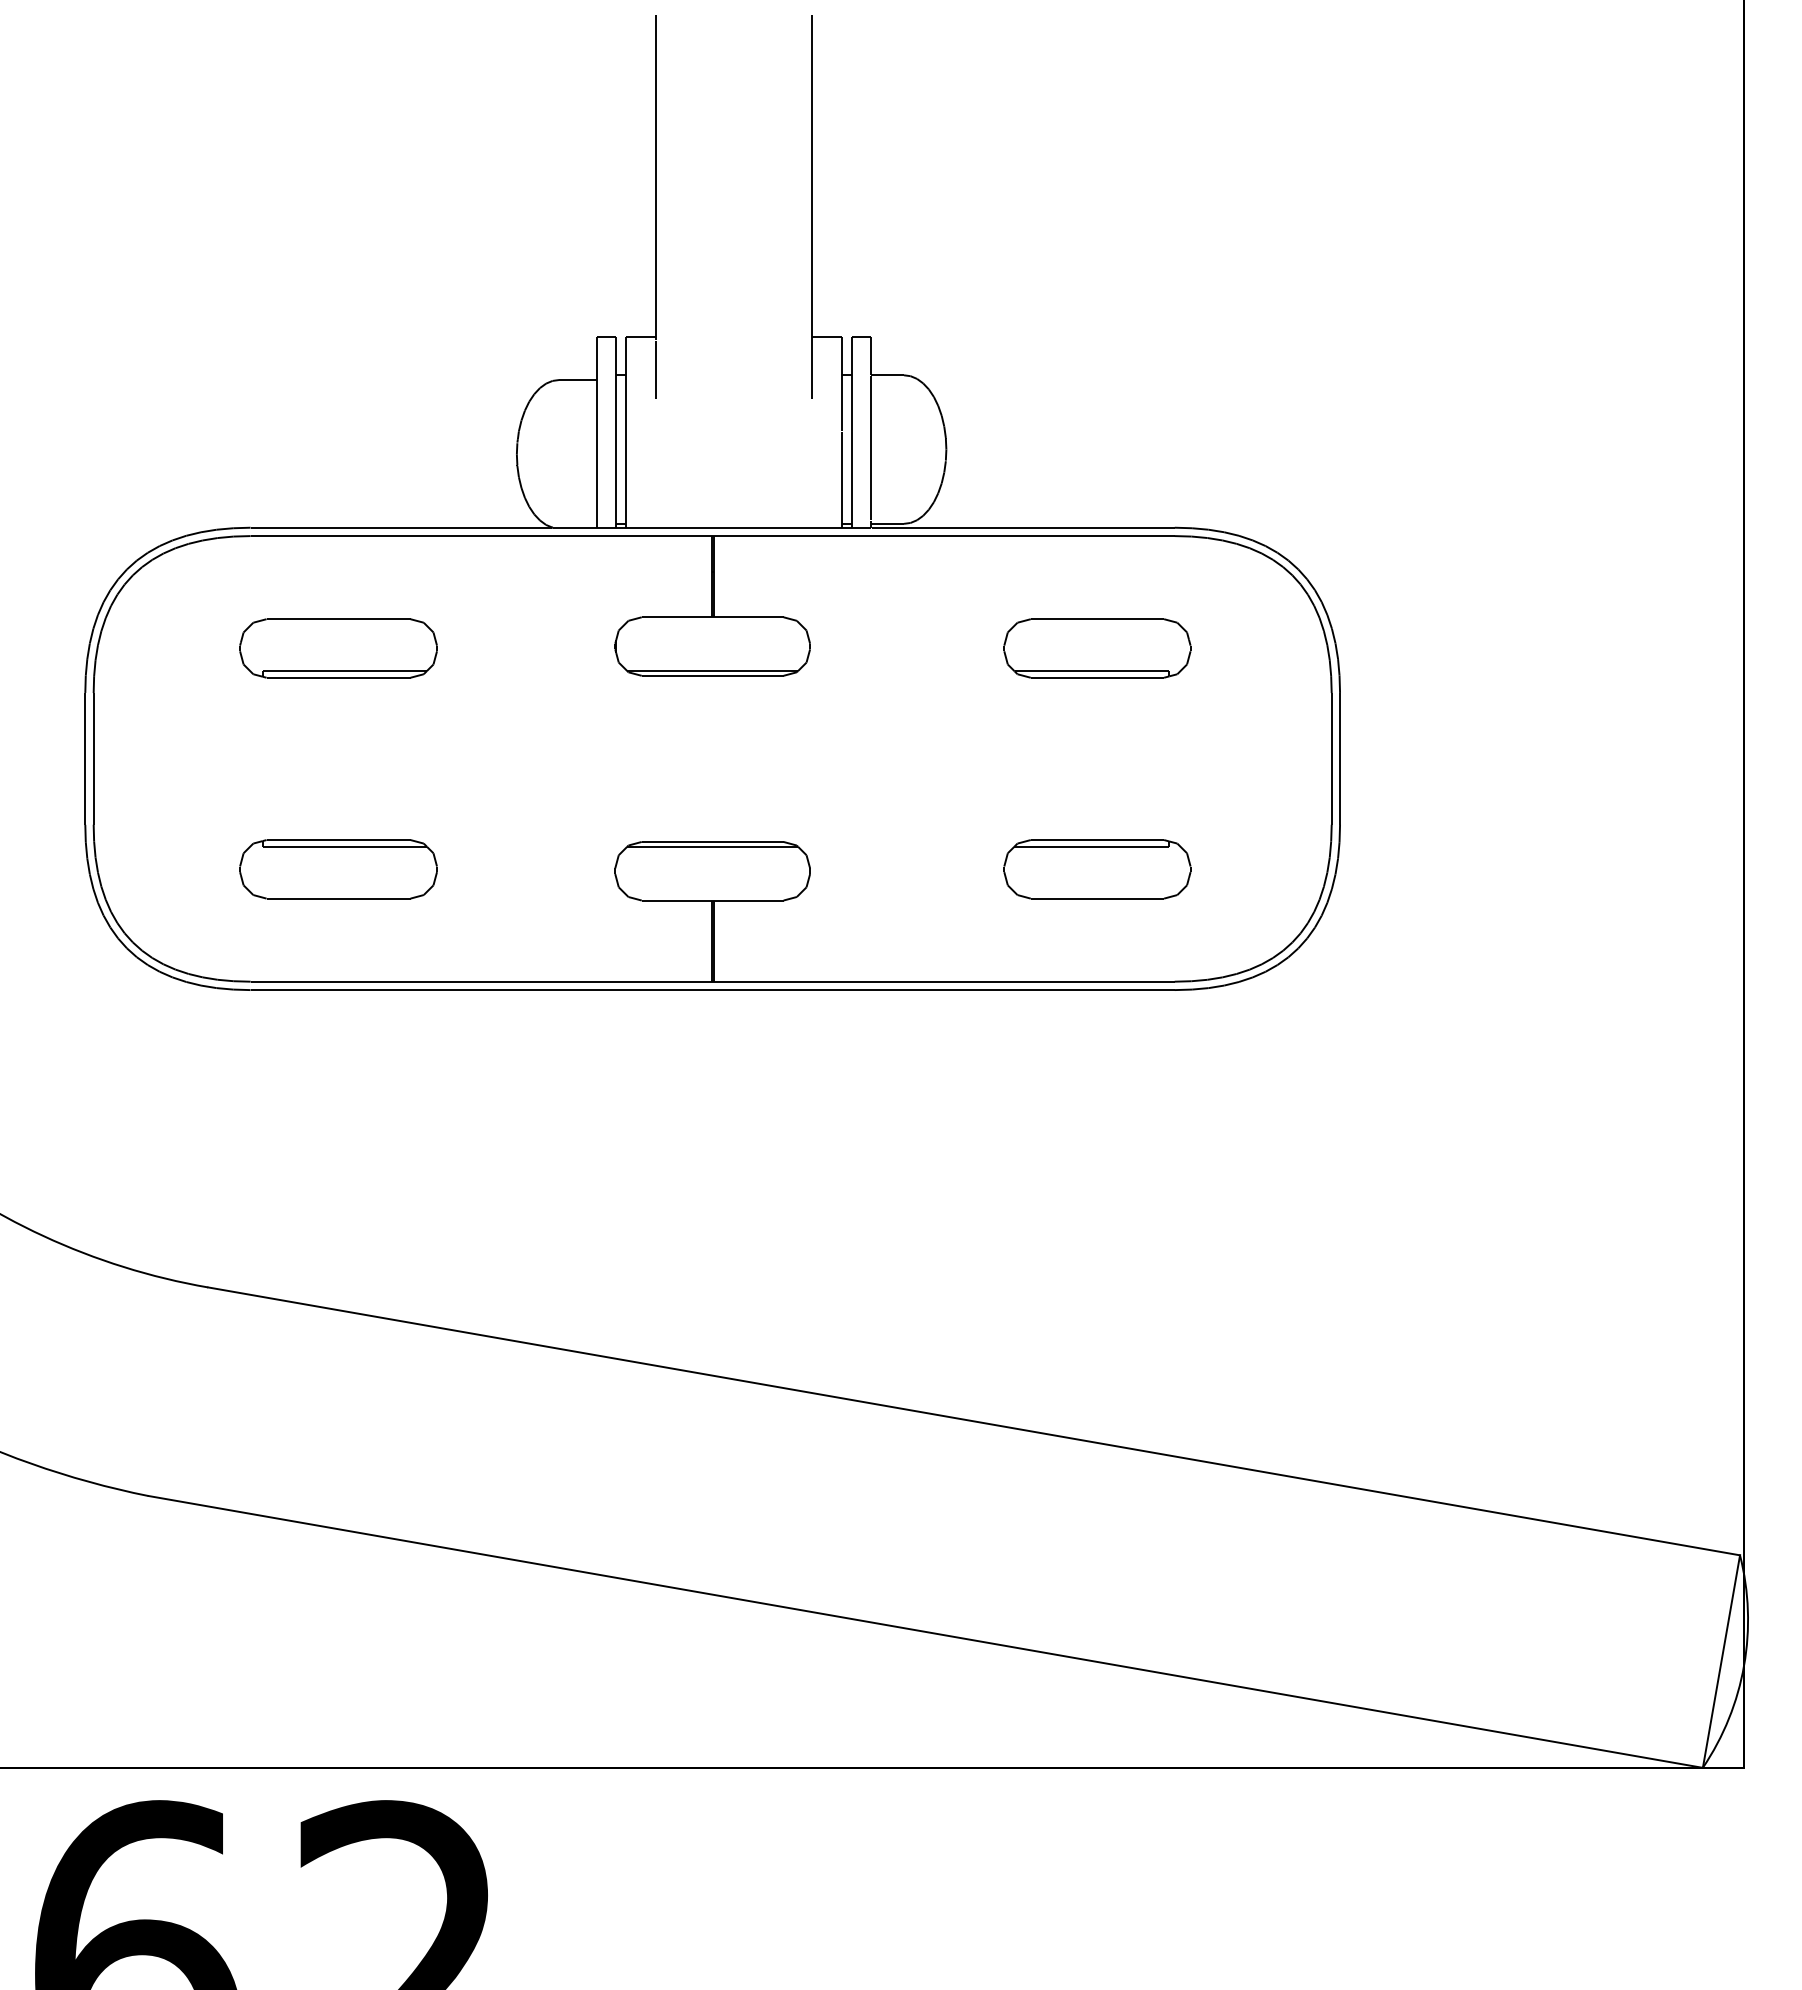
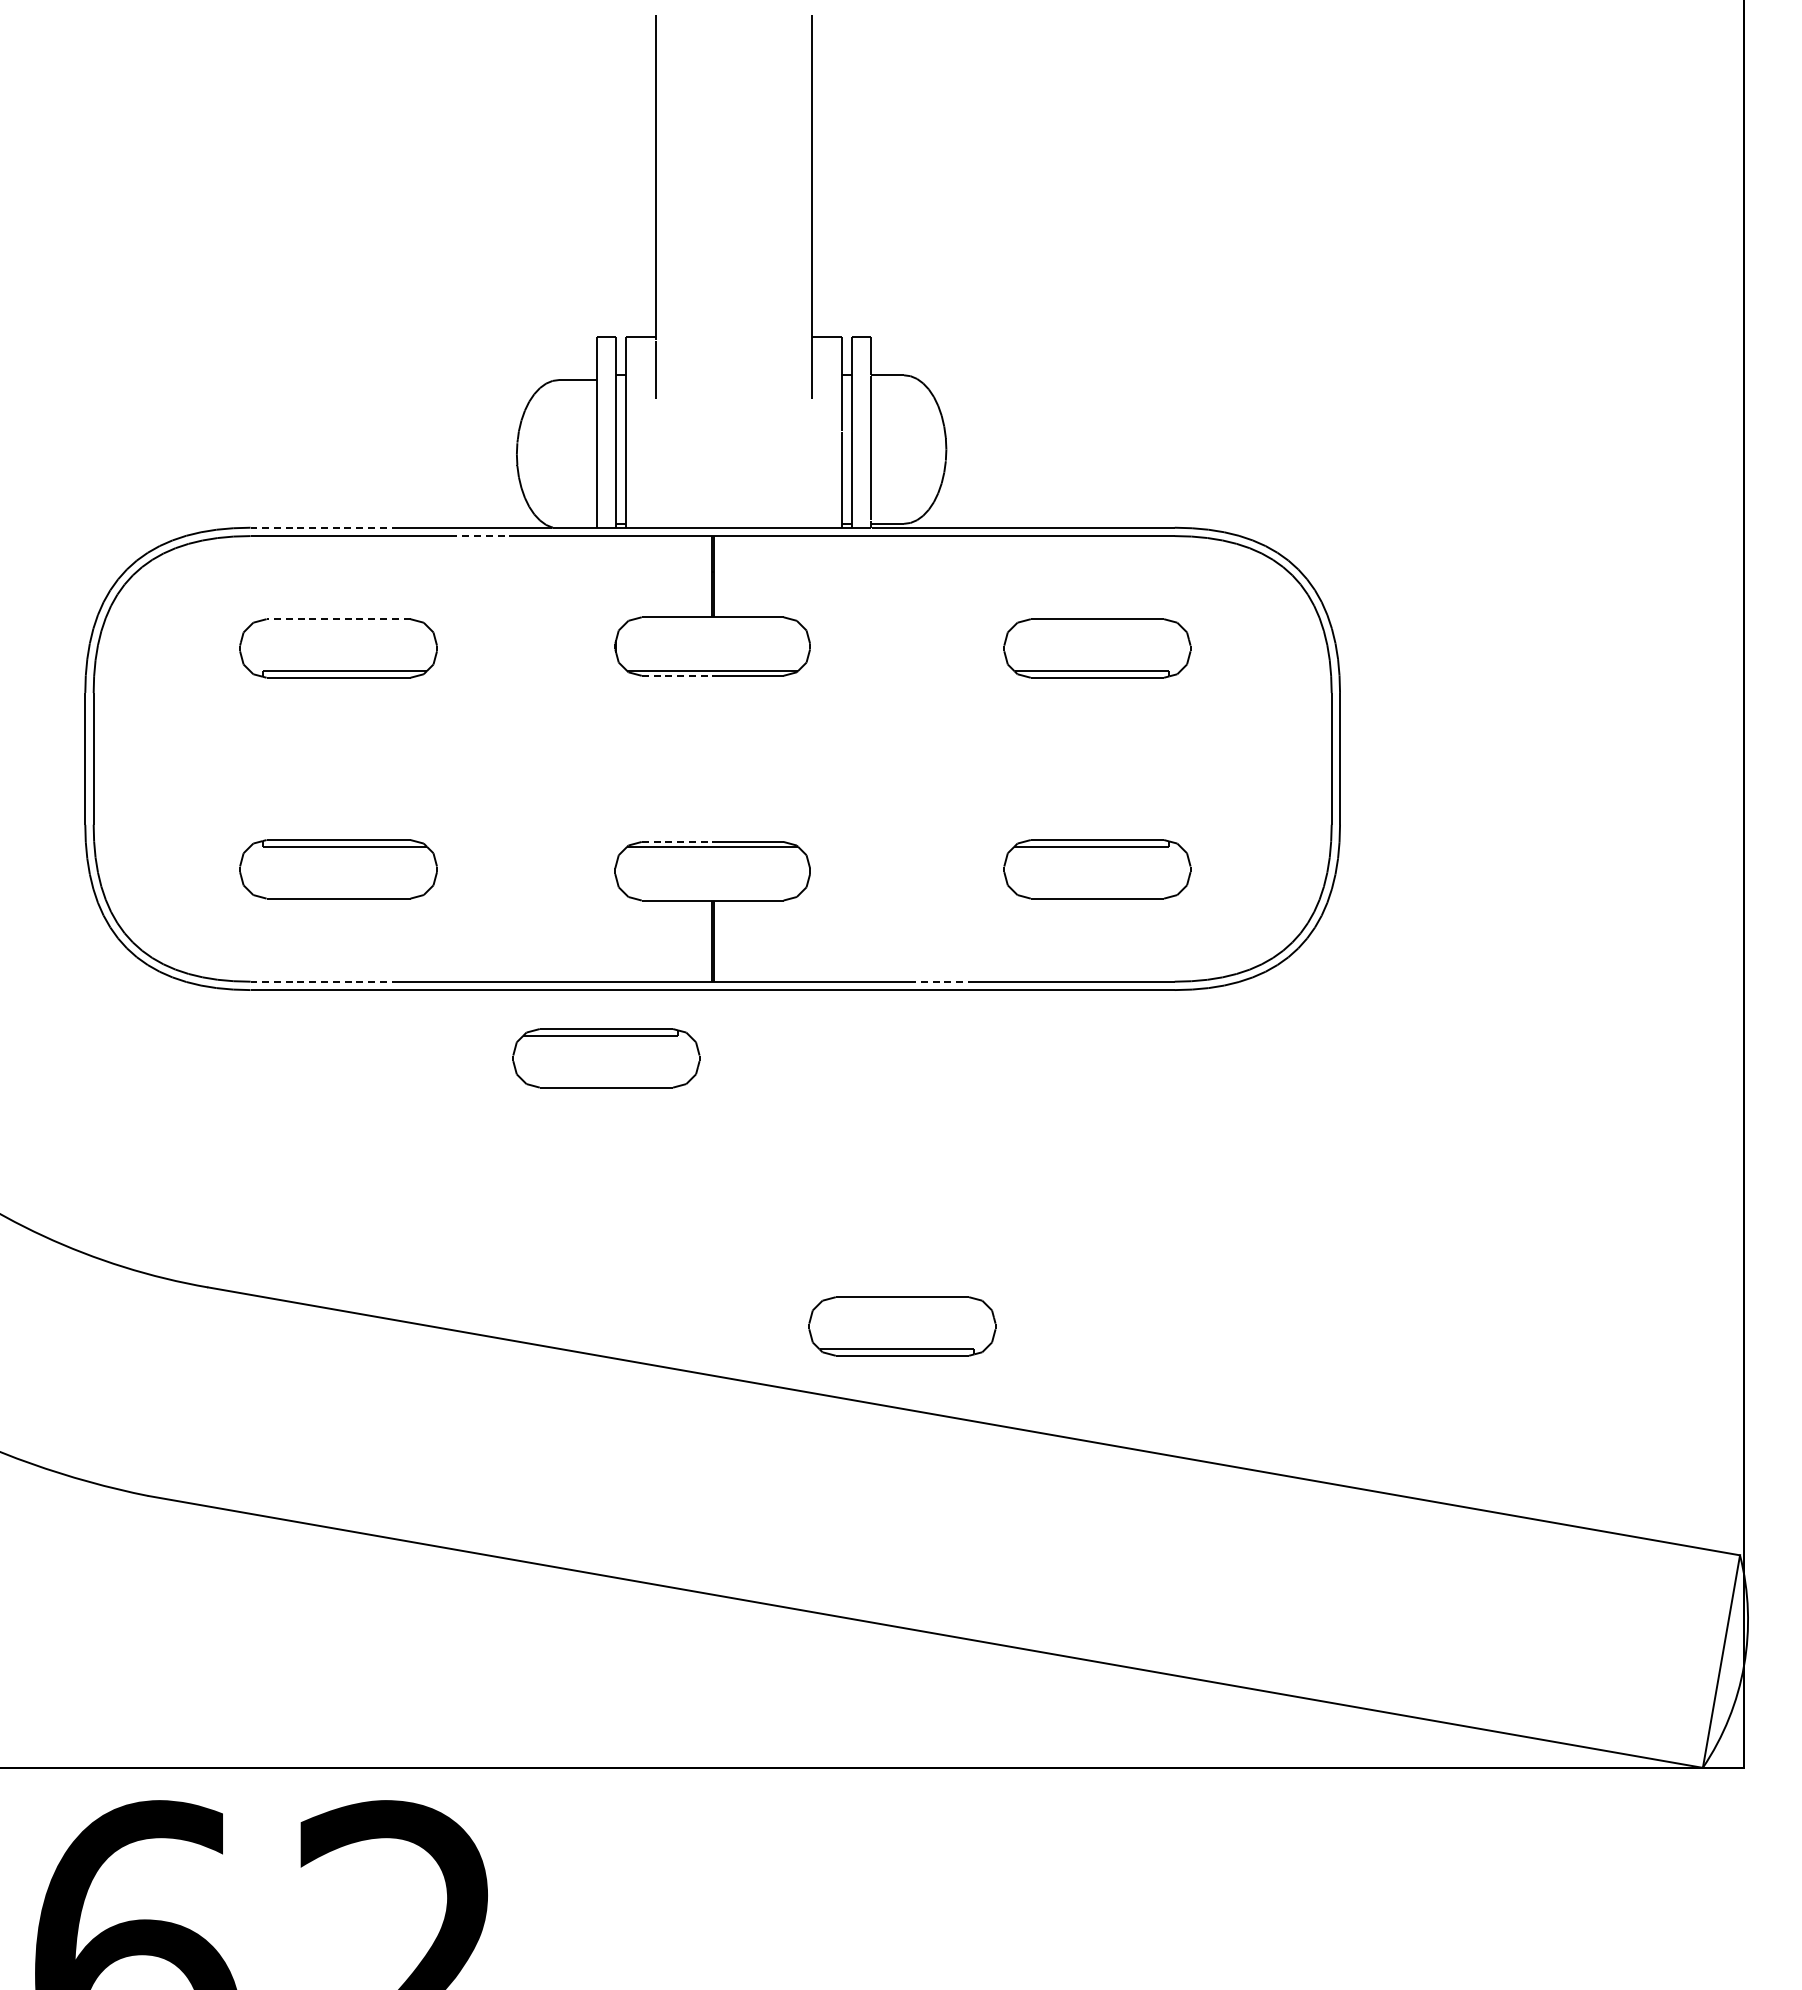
line at (324, 527): solid -> dashed
line at (480, 536): solid -> dashed
line at (338, 619): solid -> dashed
line at (677, 675): solid -> dashed
line at (677, 841): solid -> dashed
line at (324, 981): solid -> dashed
line at (945, 981): solid -> dashed
part at (606, 1058): none -> present
part at (902, 1326): none -> present
